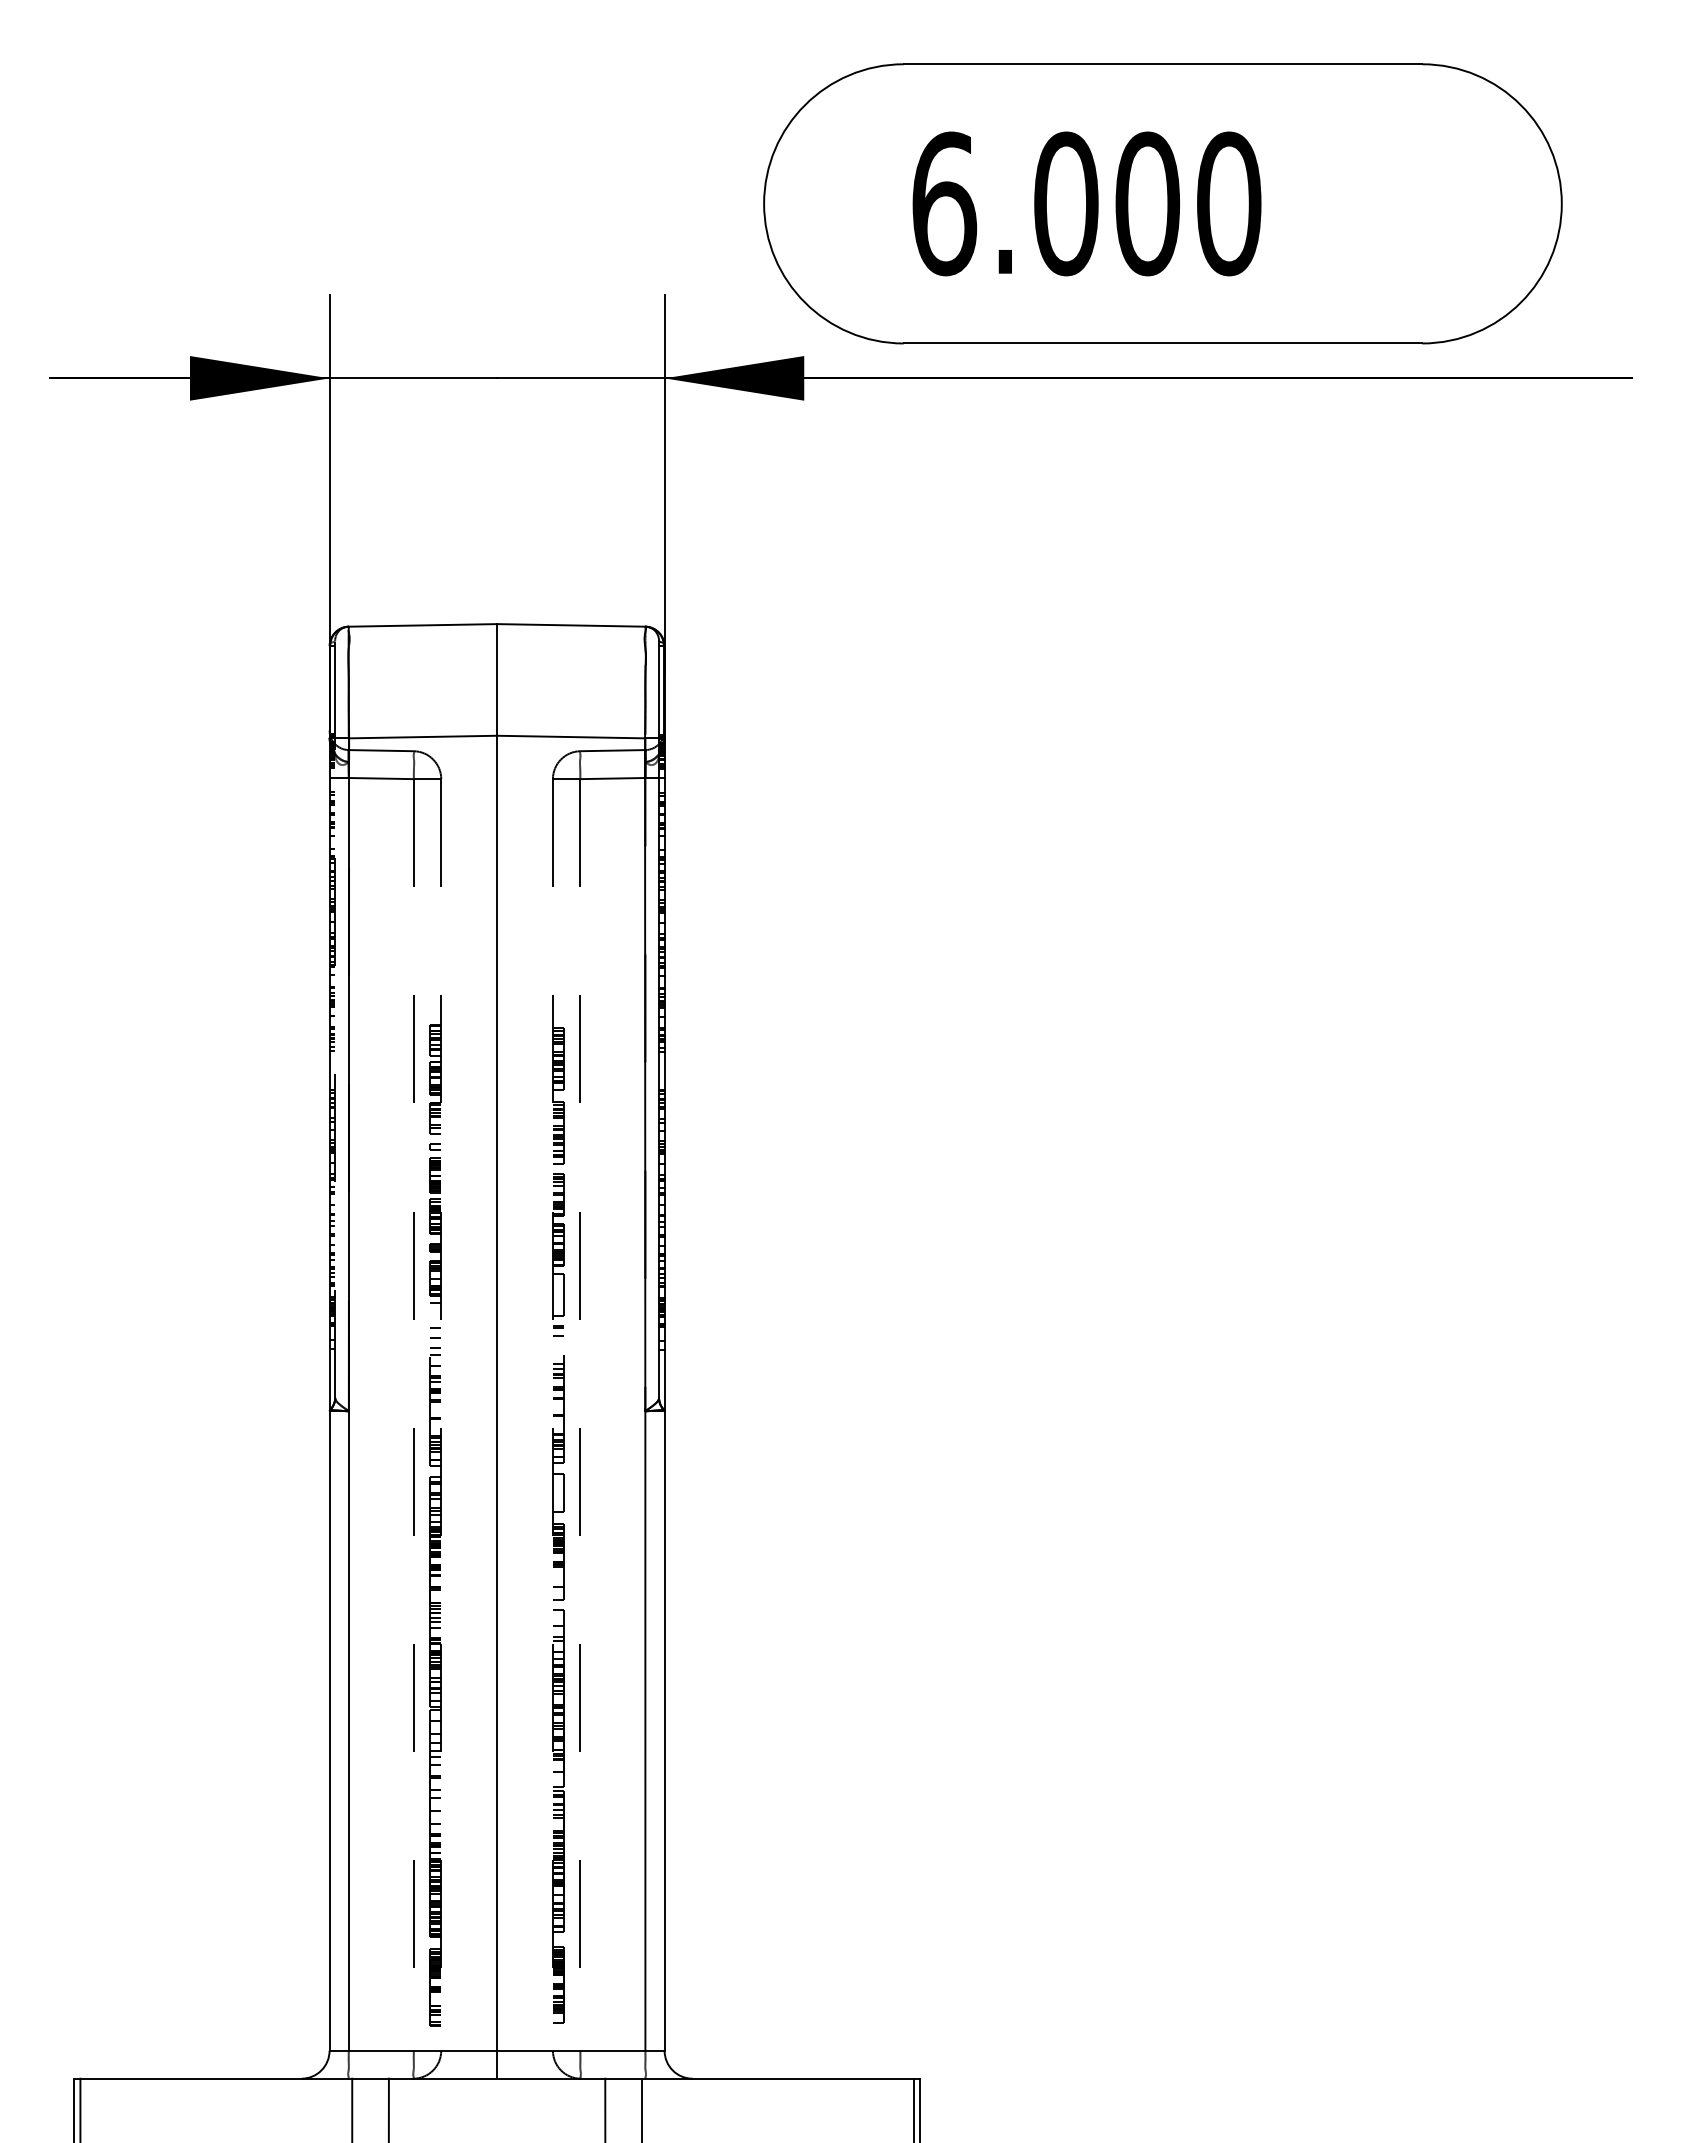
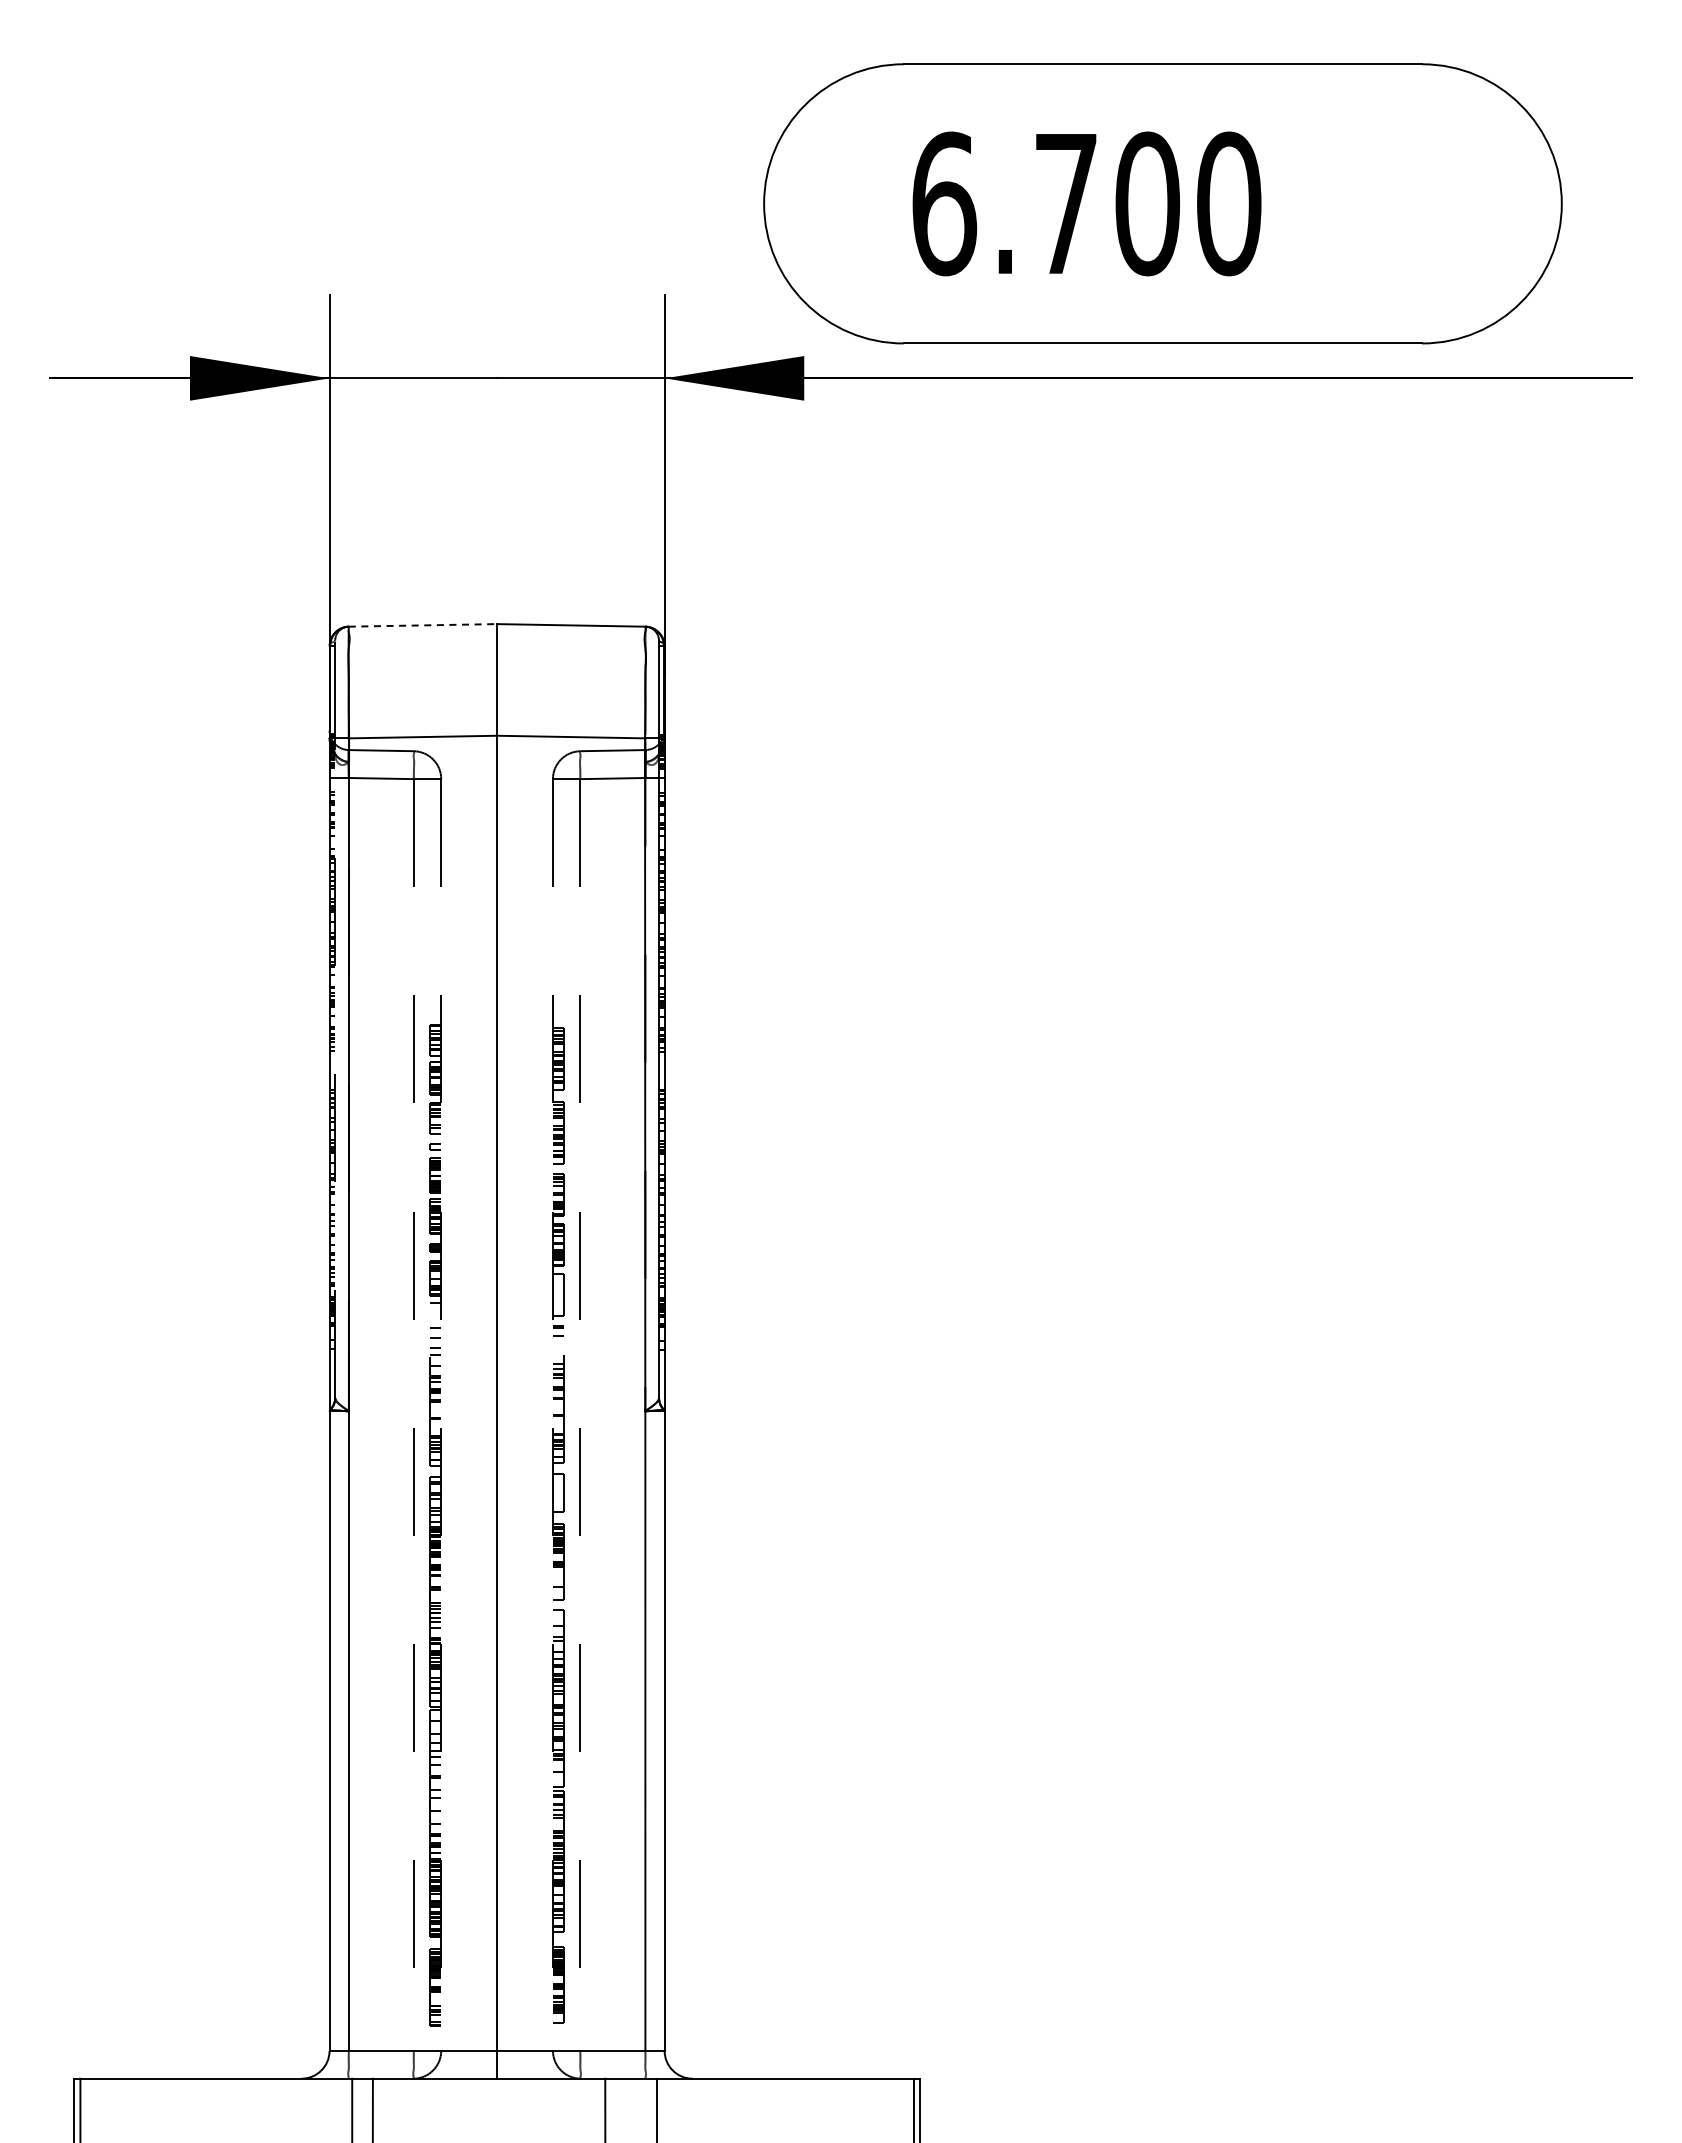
text at (1066, 203): 6.000 -> 6.700
line at (423, 625): solid -> dashed
line at (388, 2108) position: (388, 2108) -> (372, 2108)
line at (641, 2108) position: (641, 2108) -> (656, 2108)
